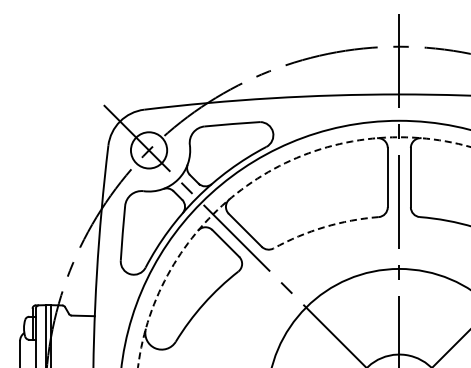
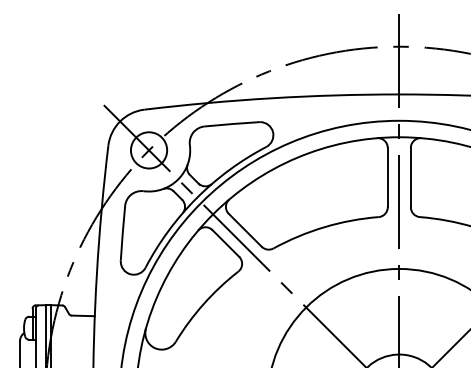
arc at (324, 227): dashed -> solid
circle at (304, 252): dashed -> solid
